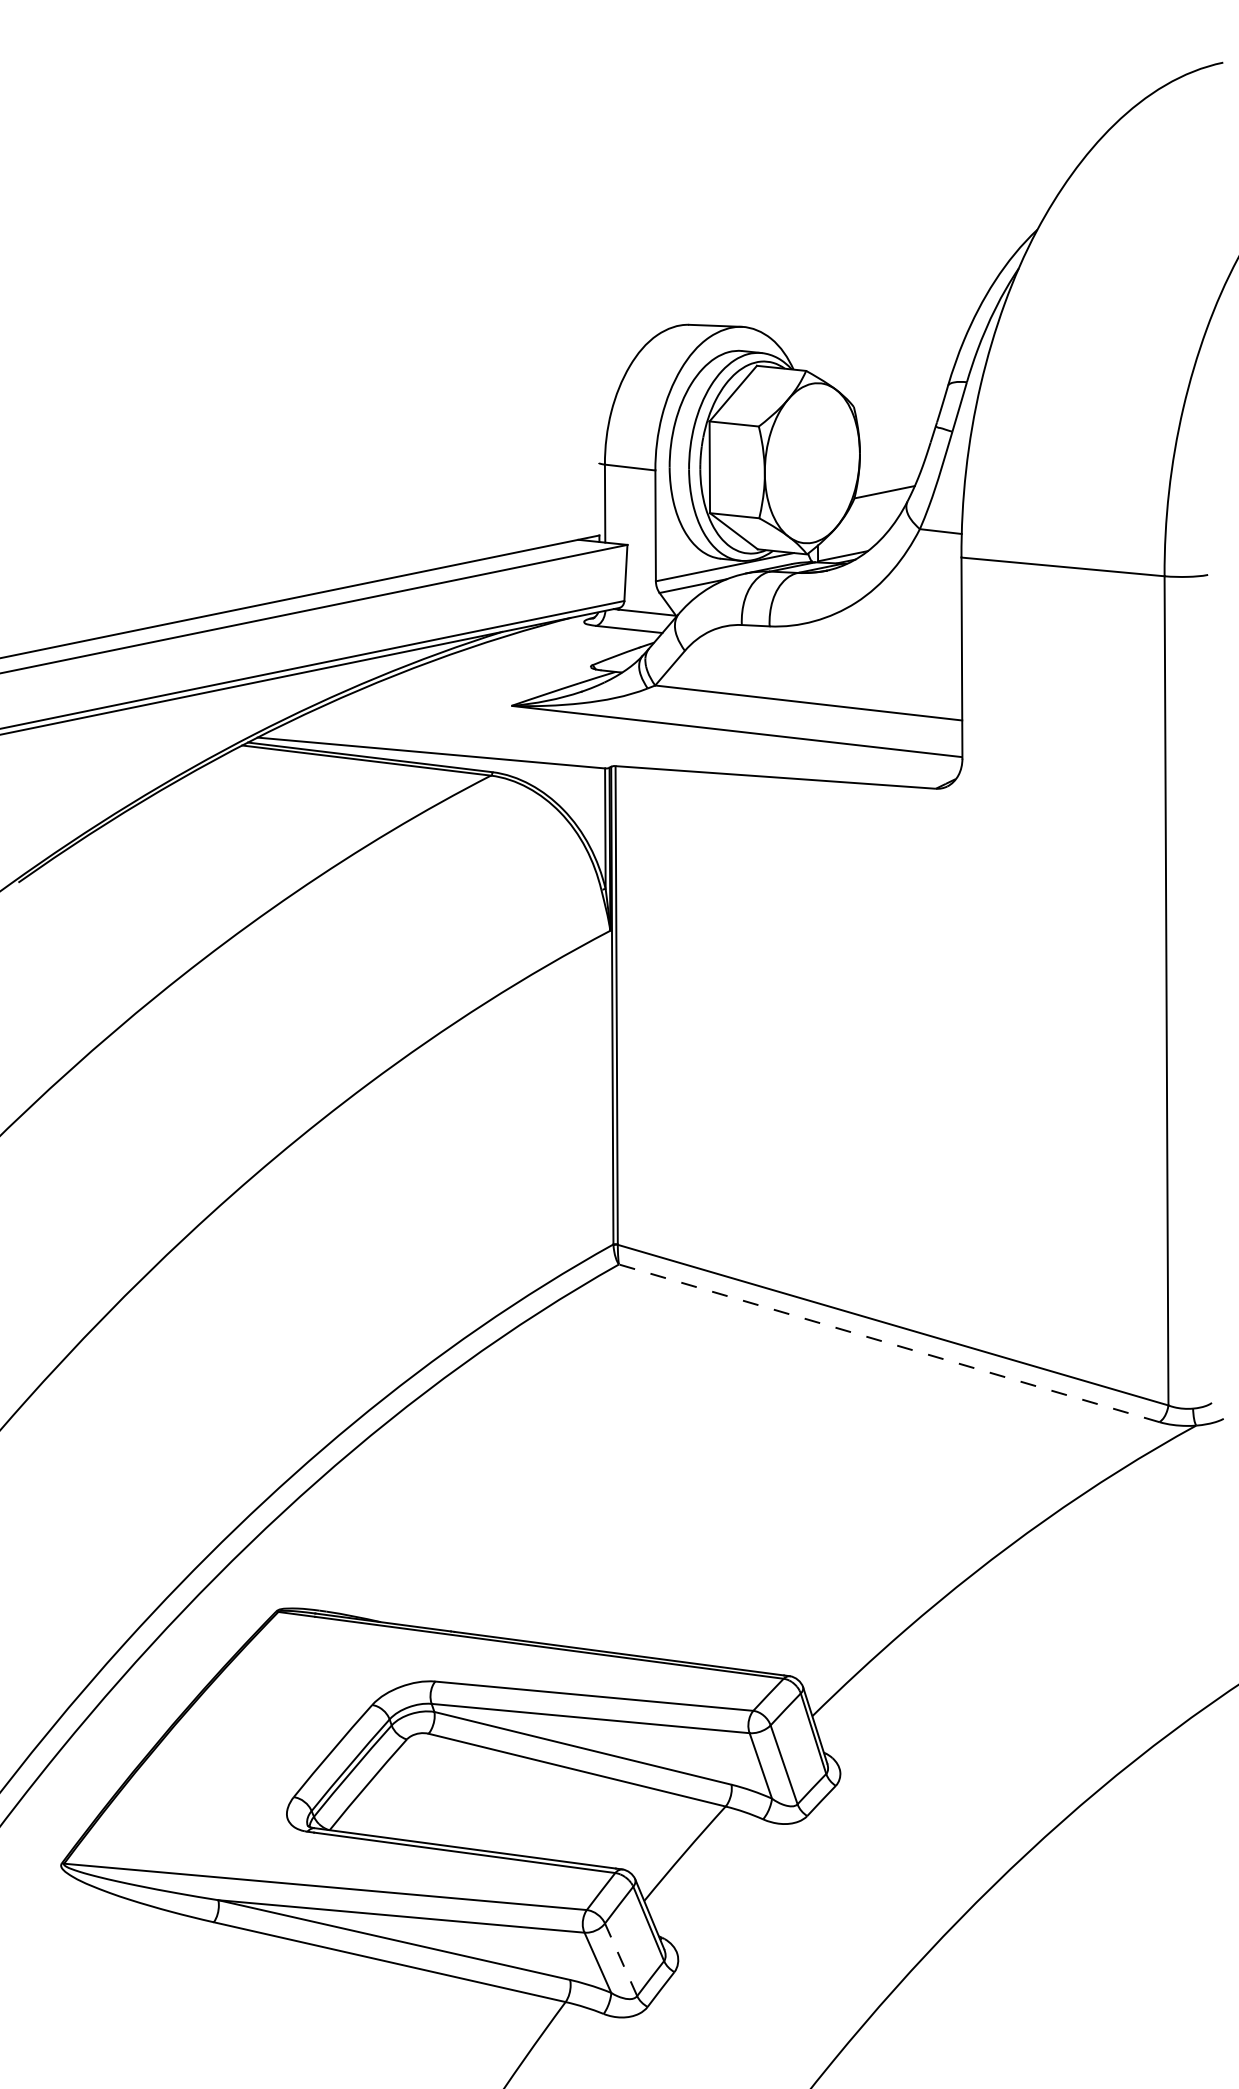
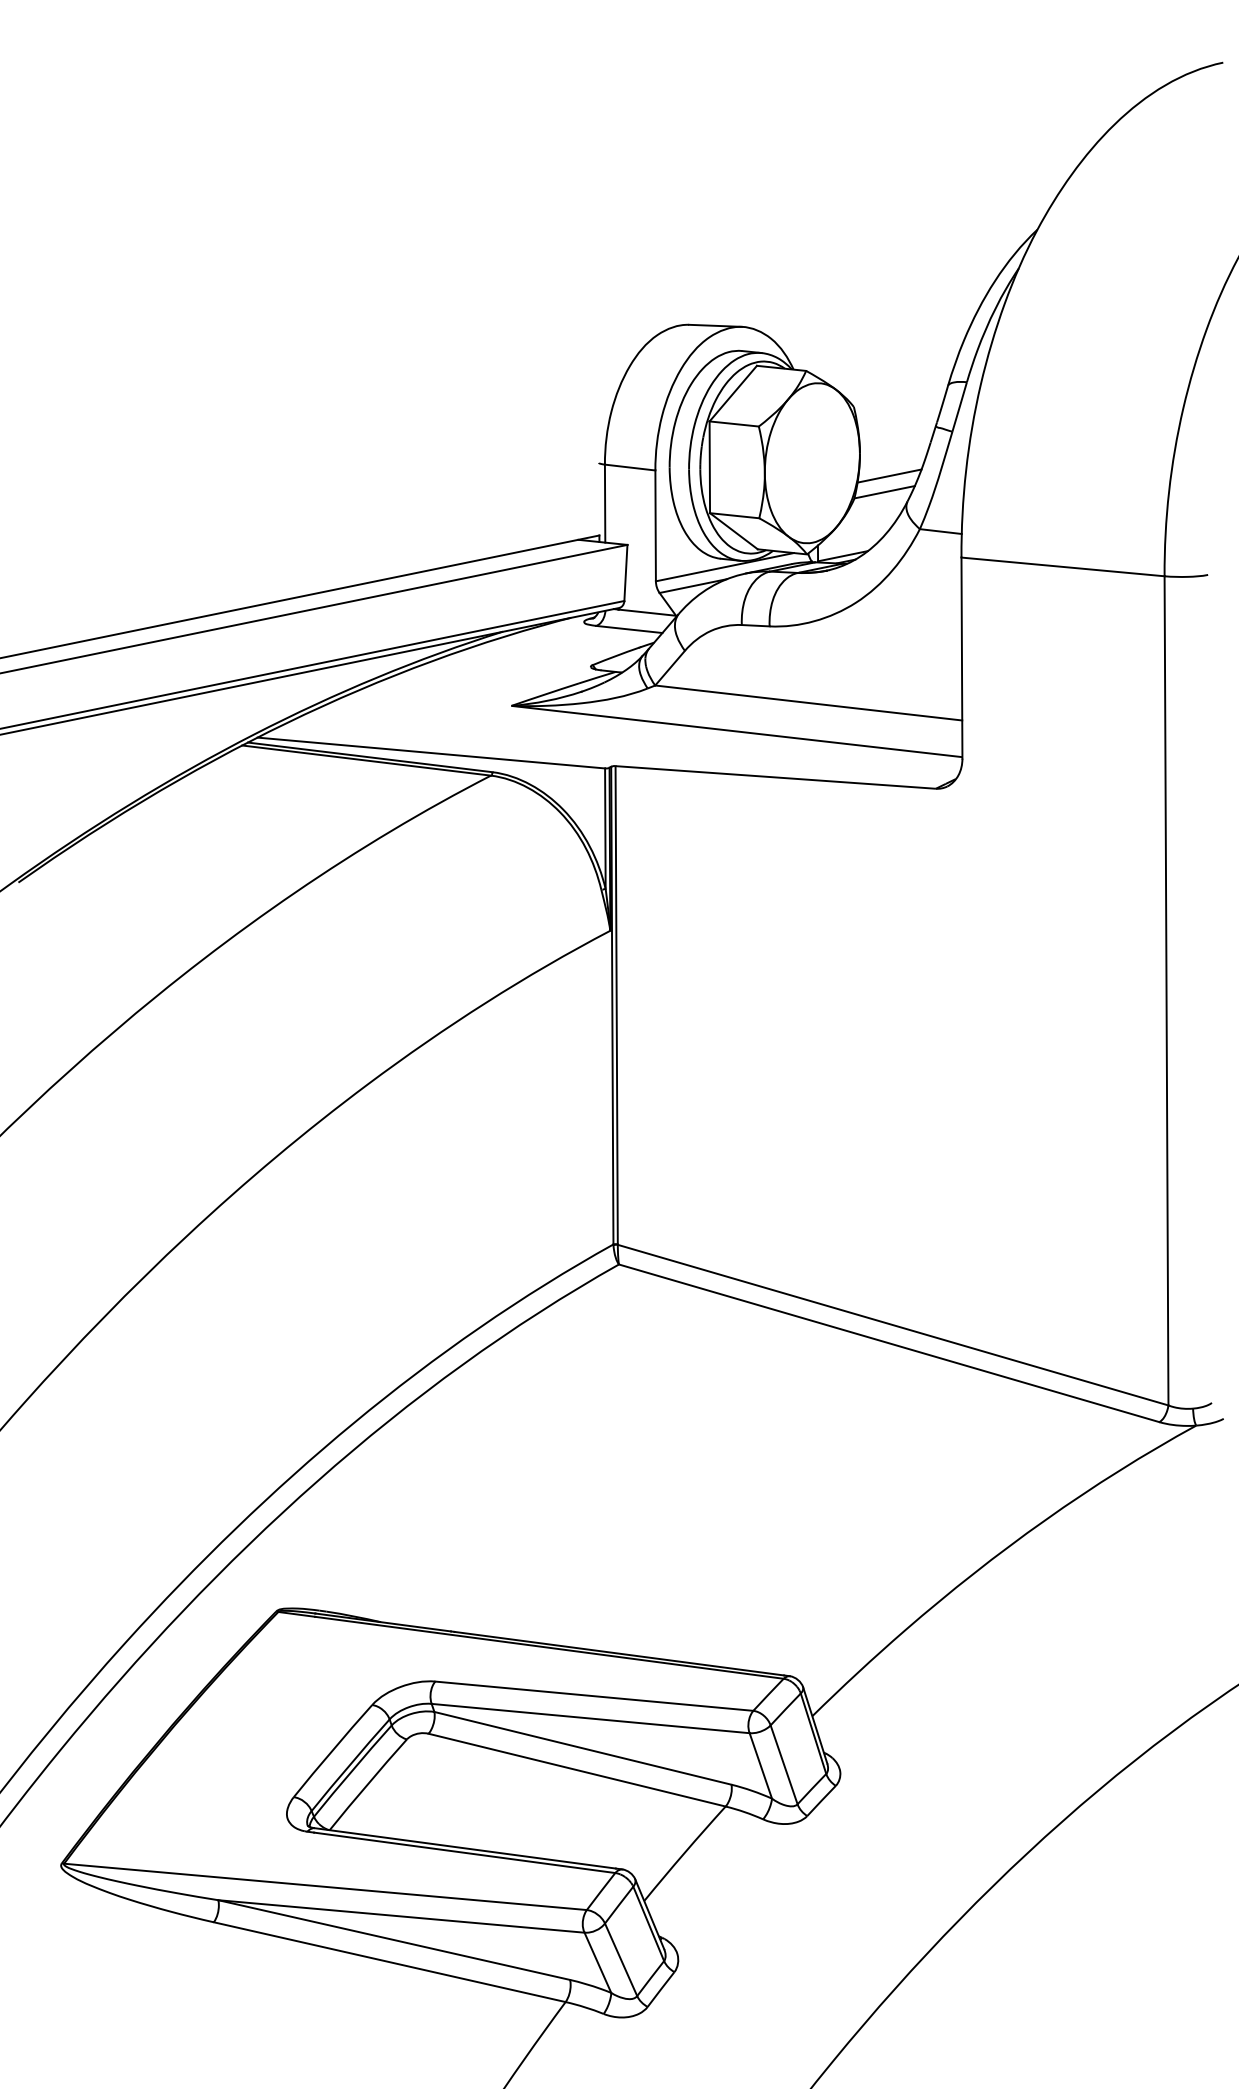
line at (889, 475): none -> present
line at (888, 1343): dashed -> solid
line at (621, 1959): dashed -> solid
